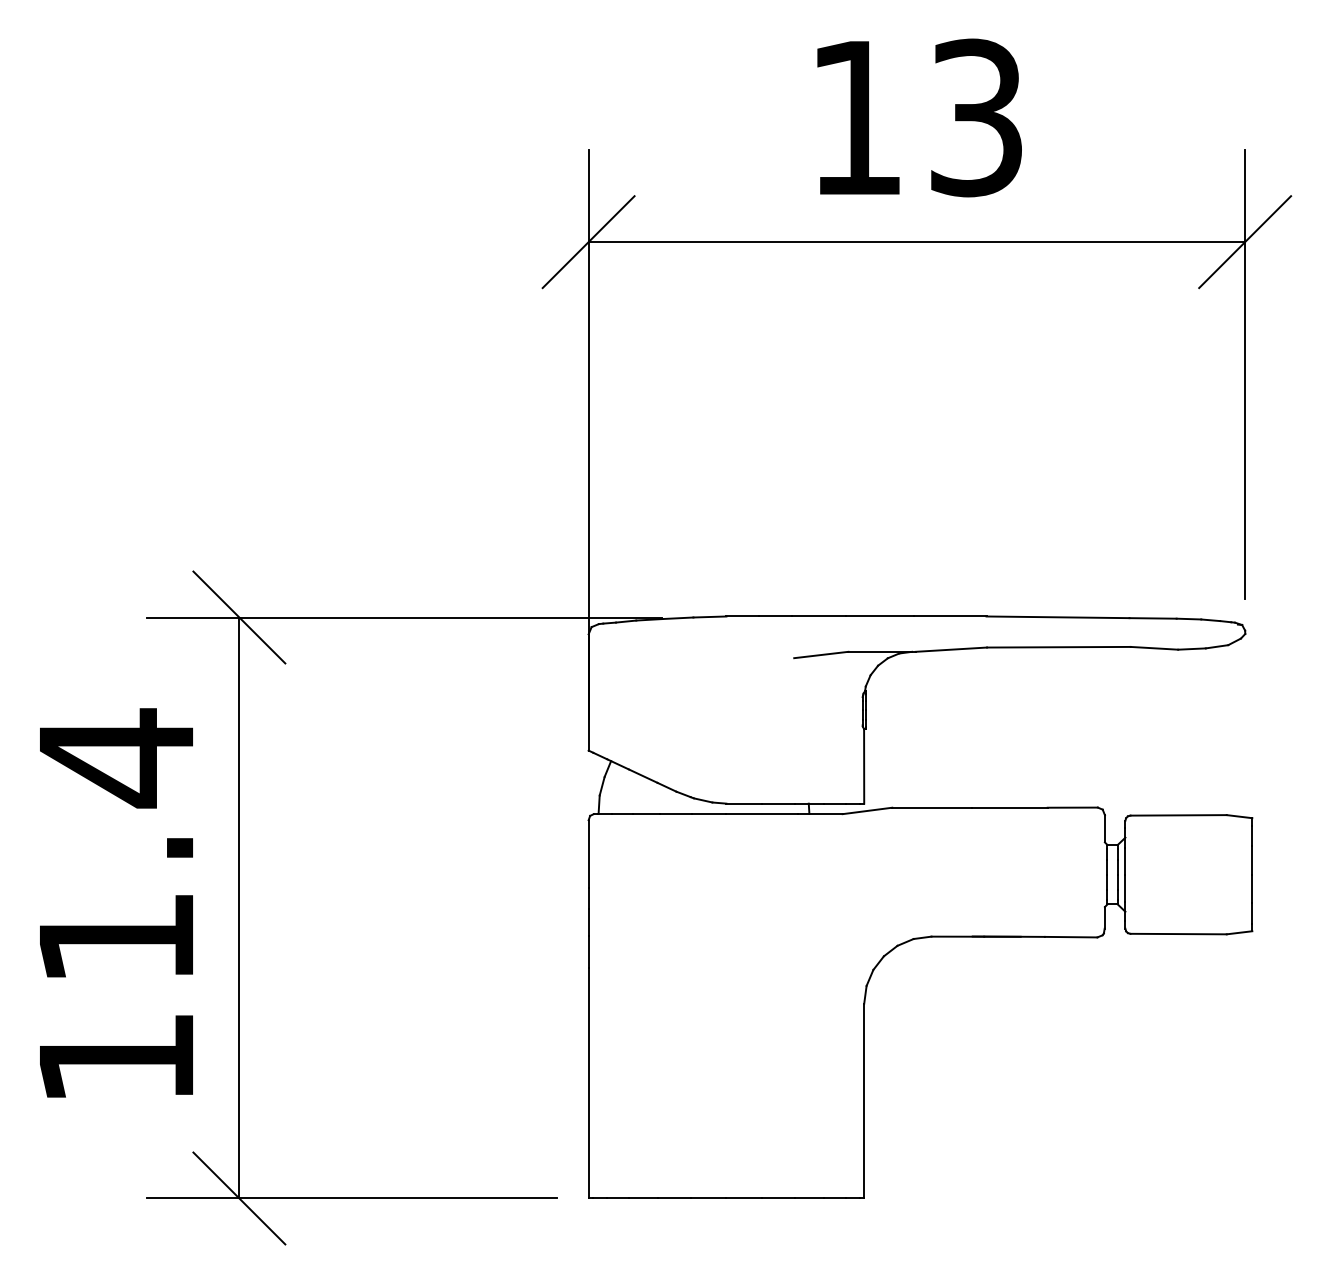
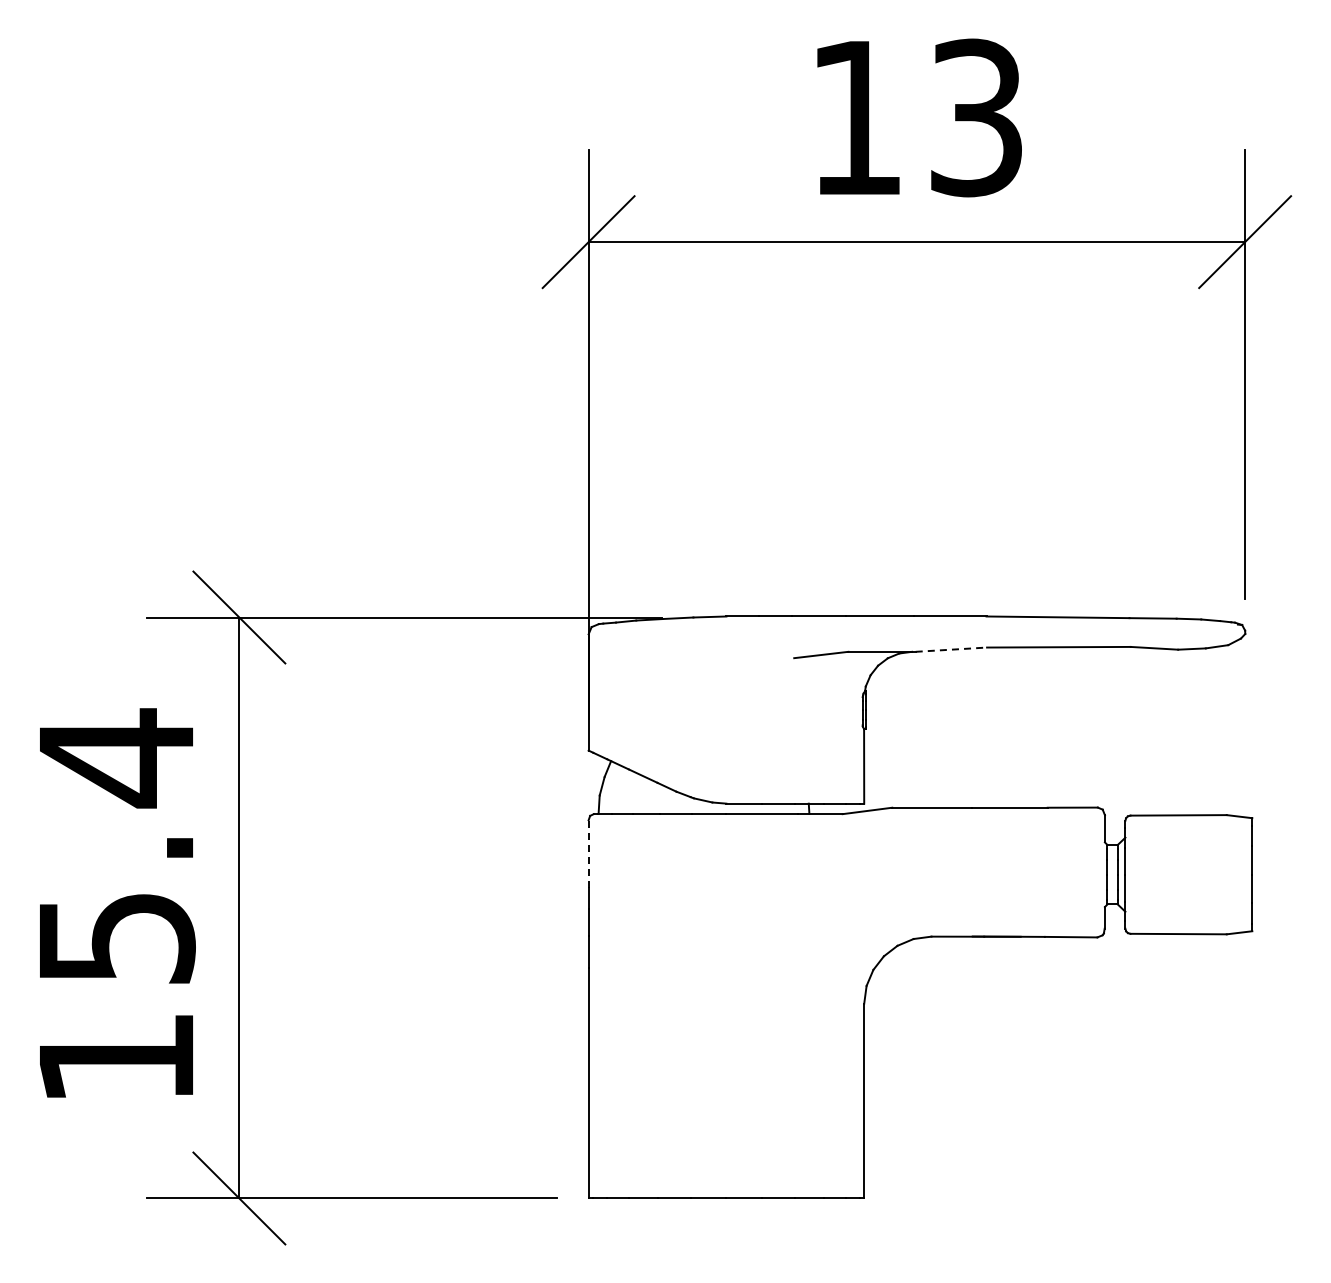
line at (951, 649): solid -> dashed
line at (588, 853): solid -> dashed
text at (117, 938): 11.4 -> 15.4
